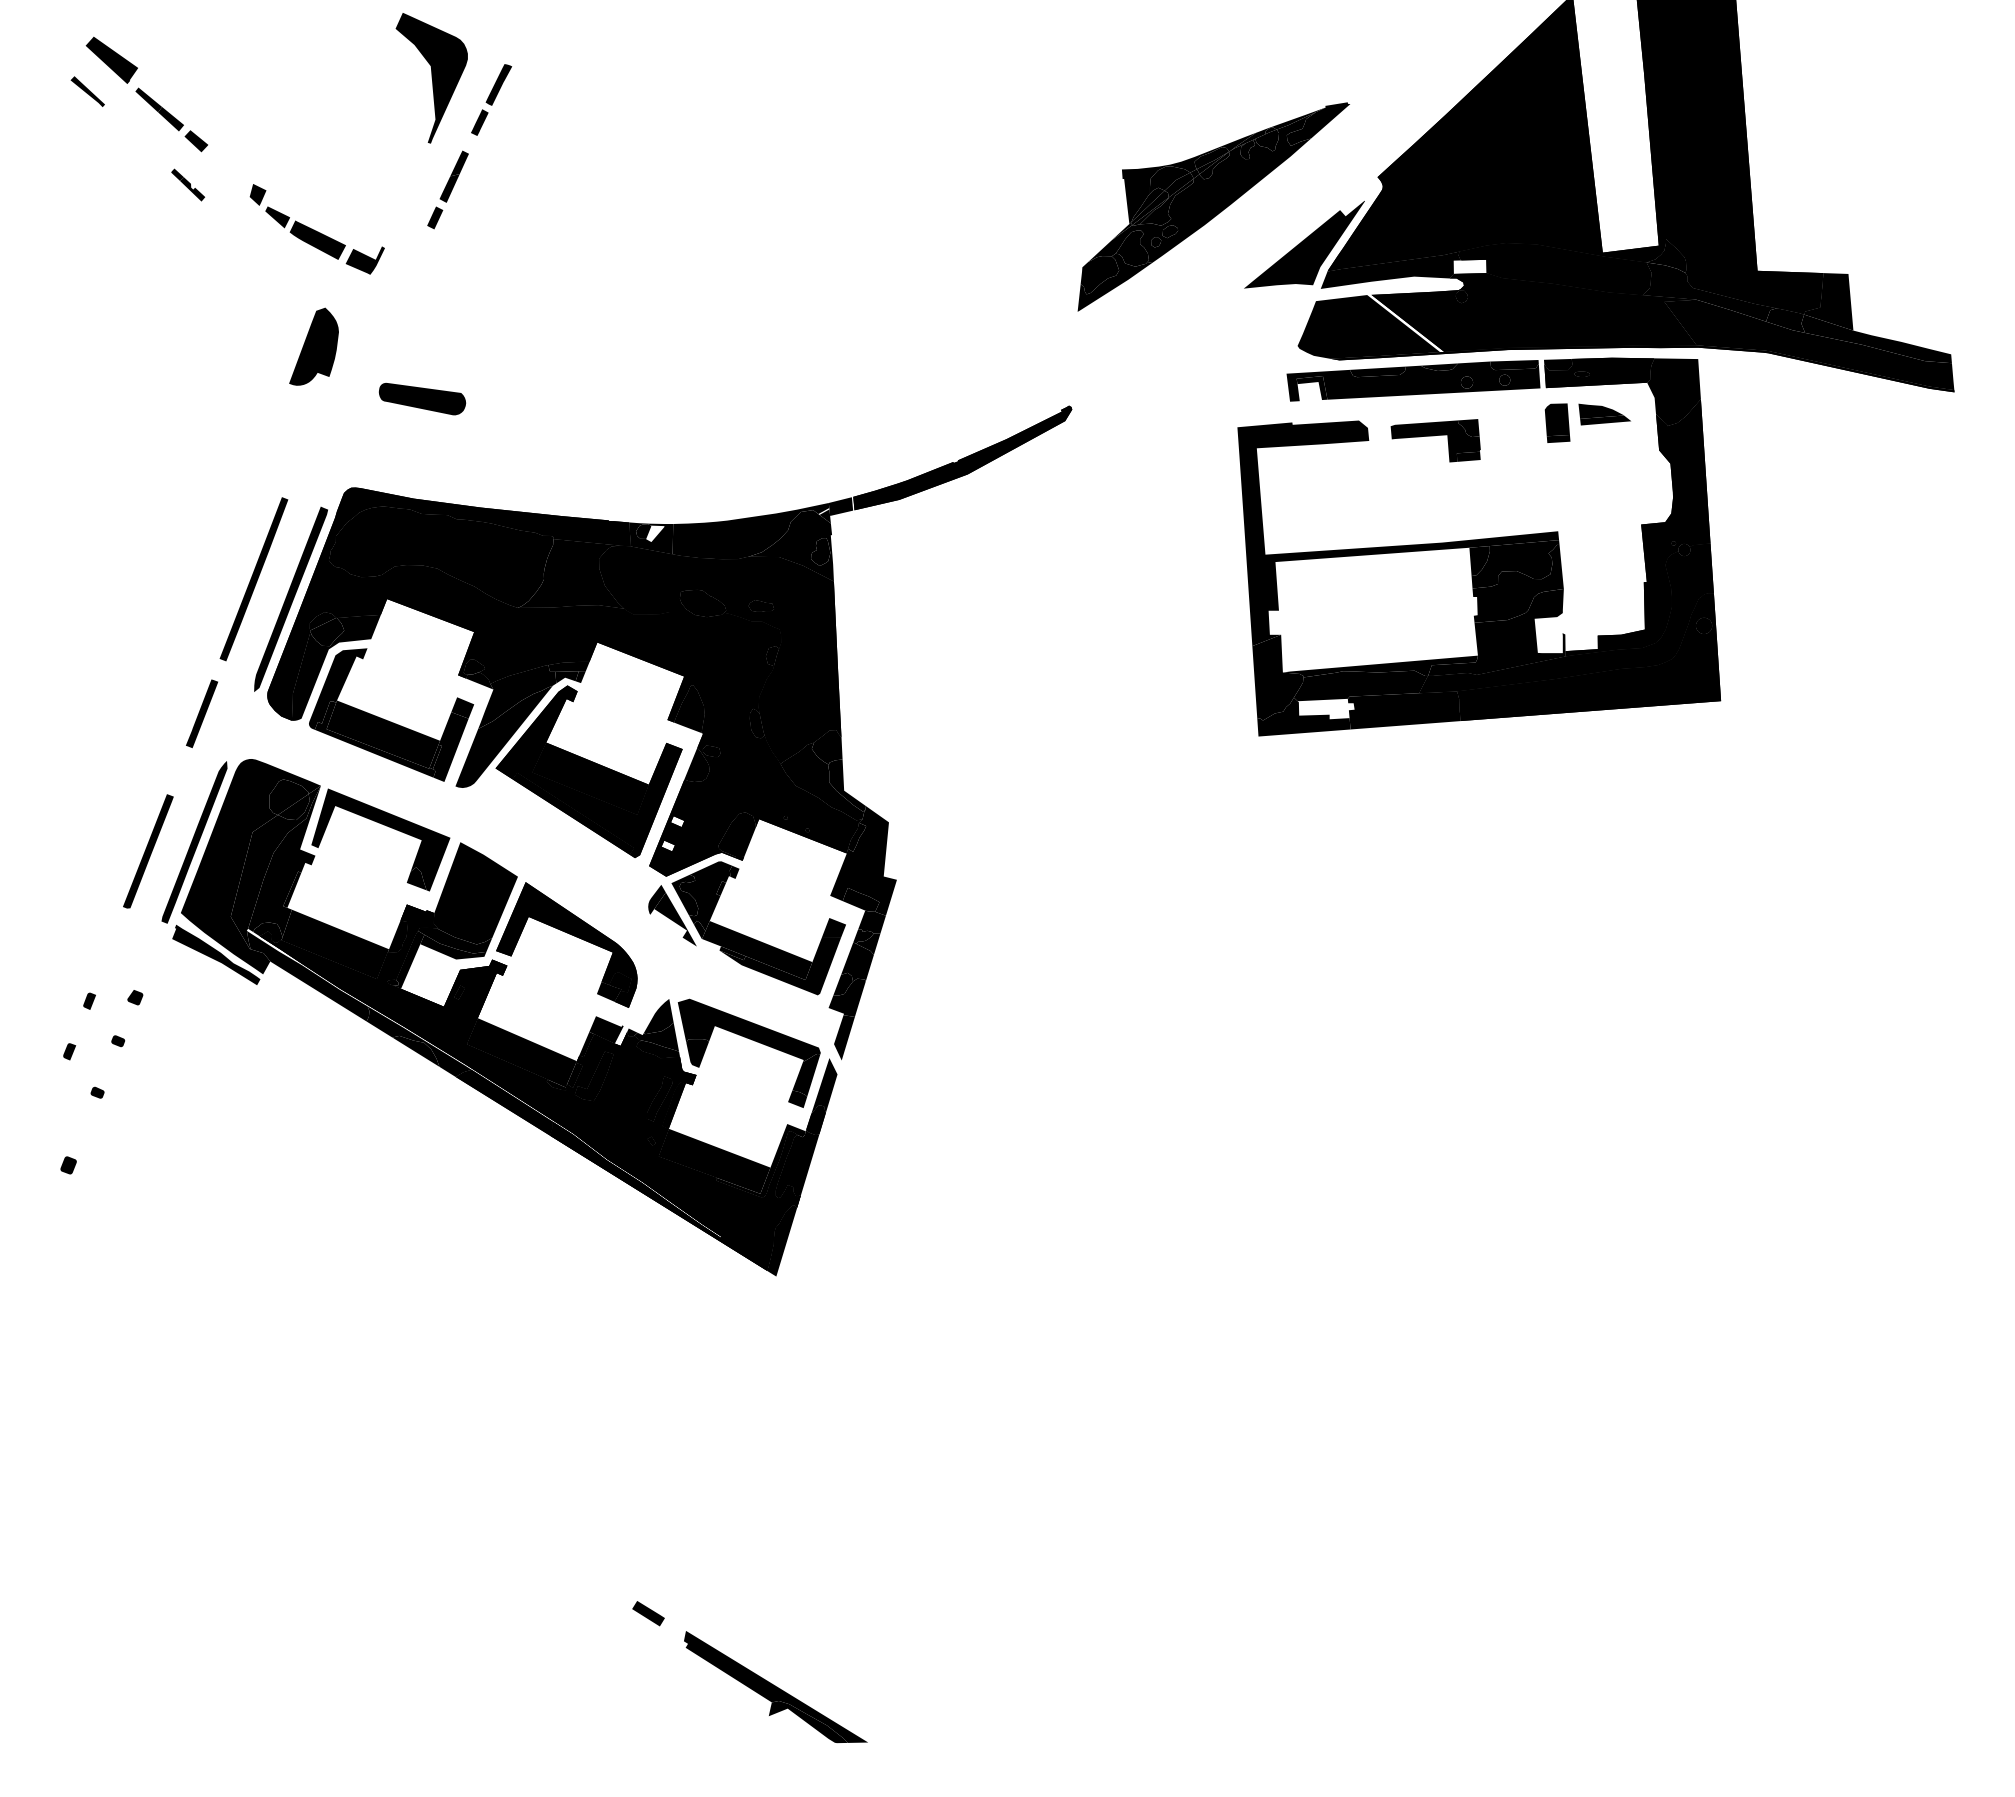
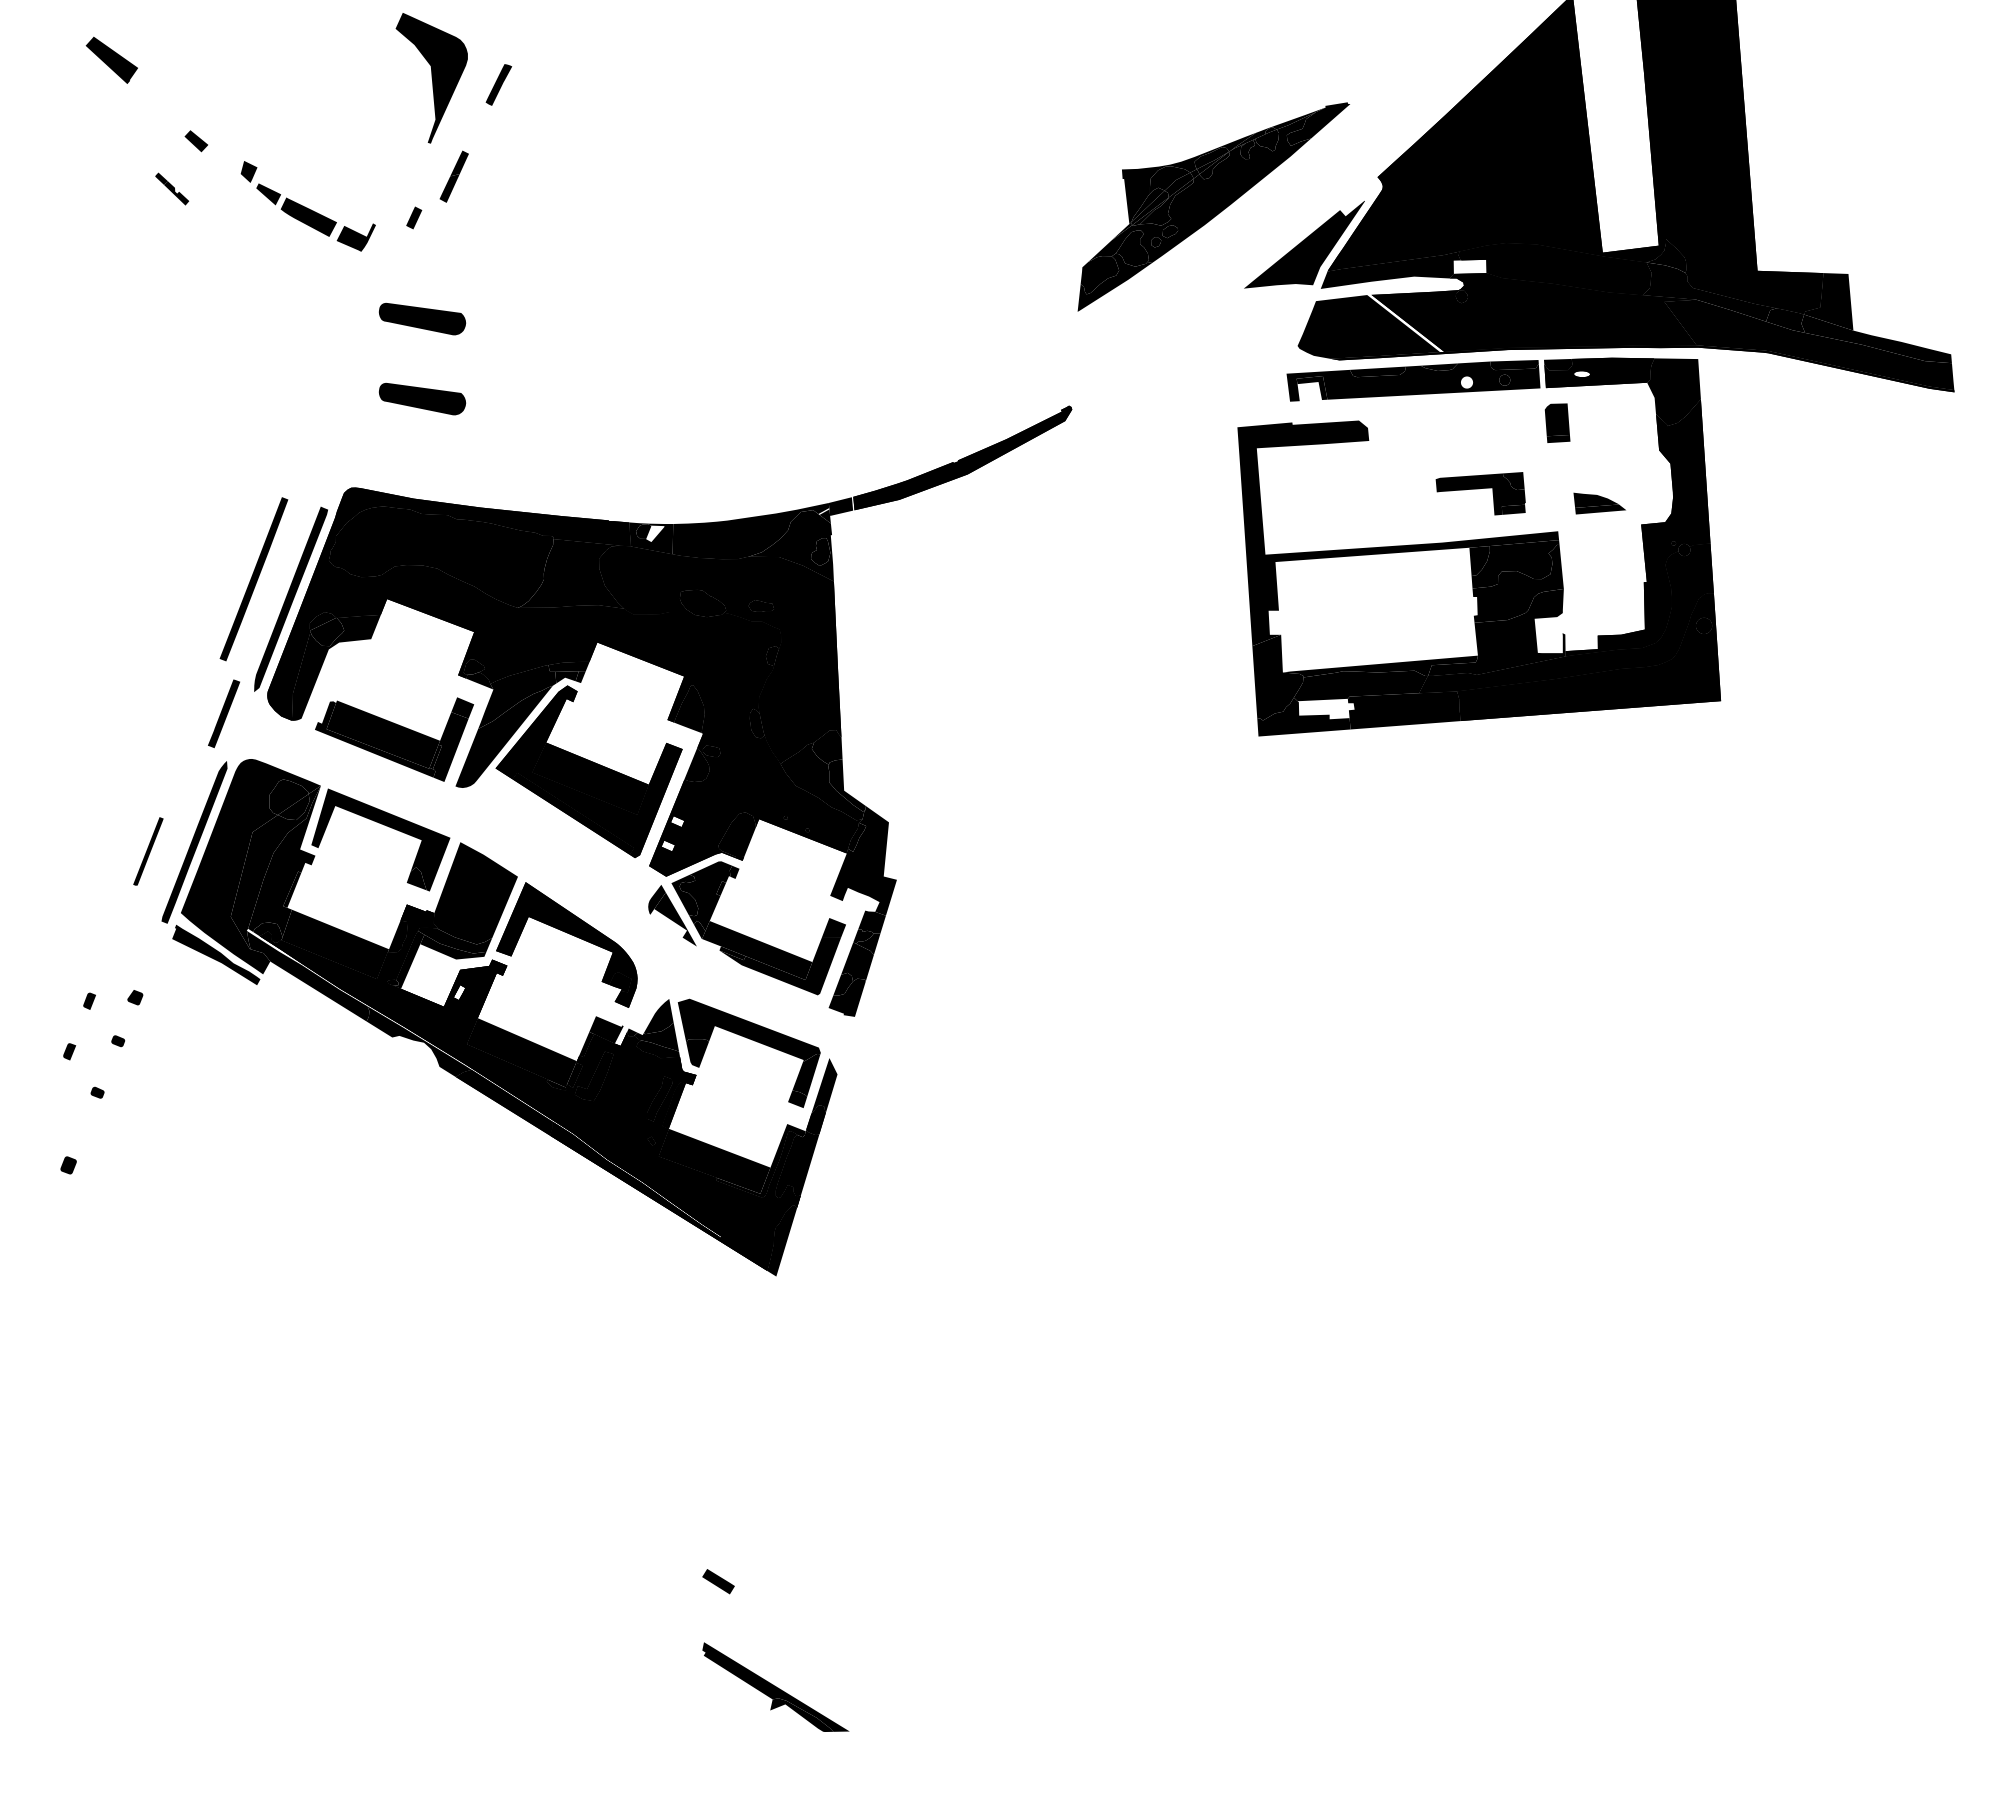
part at (87, 91): present -> none
part at (159, 109): present -> none
fill at (479, 122): present -> none
part at (188, 184) position: (188, 184) -> (172, 188)
part at (435, 217) position: (435, 217) -> (414, 217)
part at (316, 229) position: (316, 229) -> (307, 206)
part at (422, 319): none -> present
part at (313, 346): present -> none
fill at (1582, 374): present -> none
fill at (1466, 382): present -> none
part at (1604, 414) position: (1604, 414) -> (1599, 503)
part at (1435, 440) position: (1435, 440) -> (1480, 493)
fill at (337, 688): present -> none
part at (201, 713) position: (201, 713) -> (223, 713)
part at (148, 851) size: 51x115 px -> 31x69 px
fill at (860, 899): present -> none
fill at (608, 991): present -> none
fill at (459, 992): present -> none
fill at (844, 1037): present -> none
fill at (415, 1050): present -> none
part at (648, 1613) position: (648, 1613) -> (718, 1581)
part at (775, 1687) size: 184x113 px -> 148x90 px
